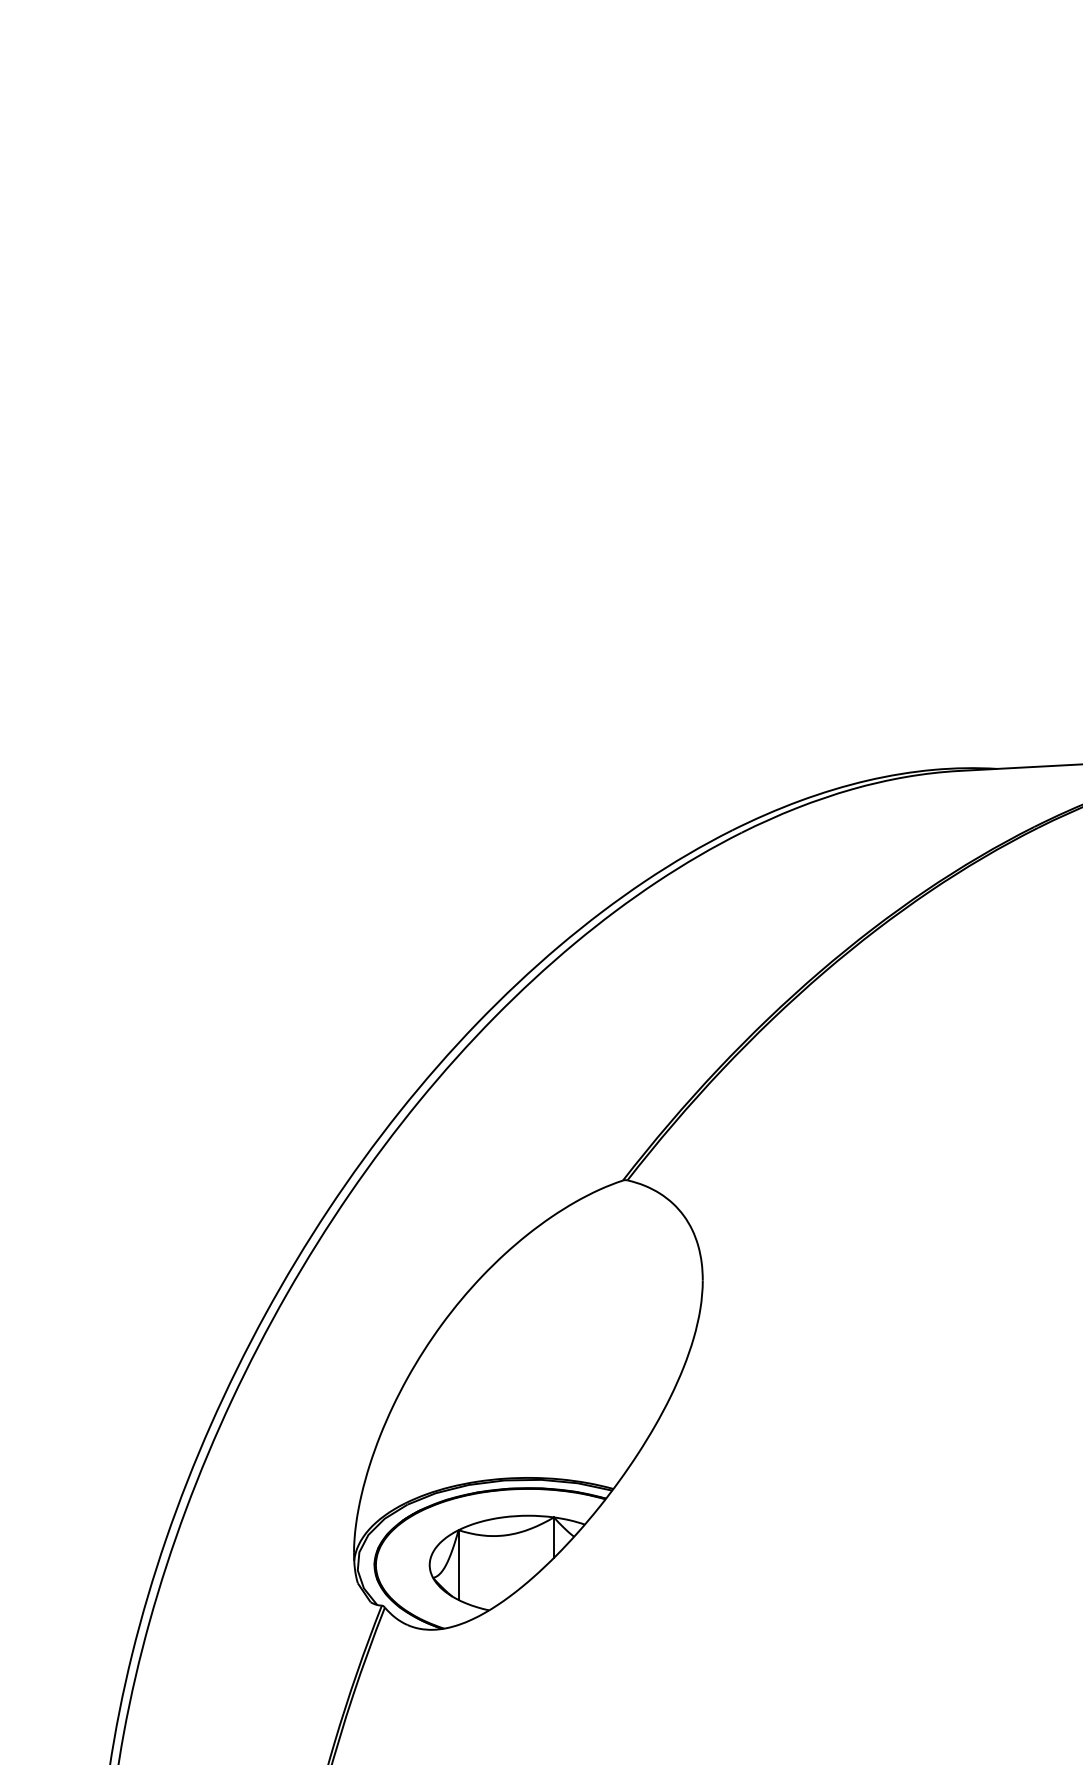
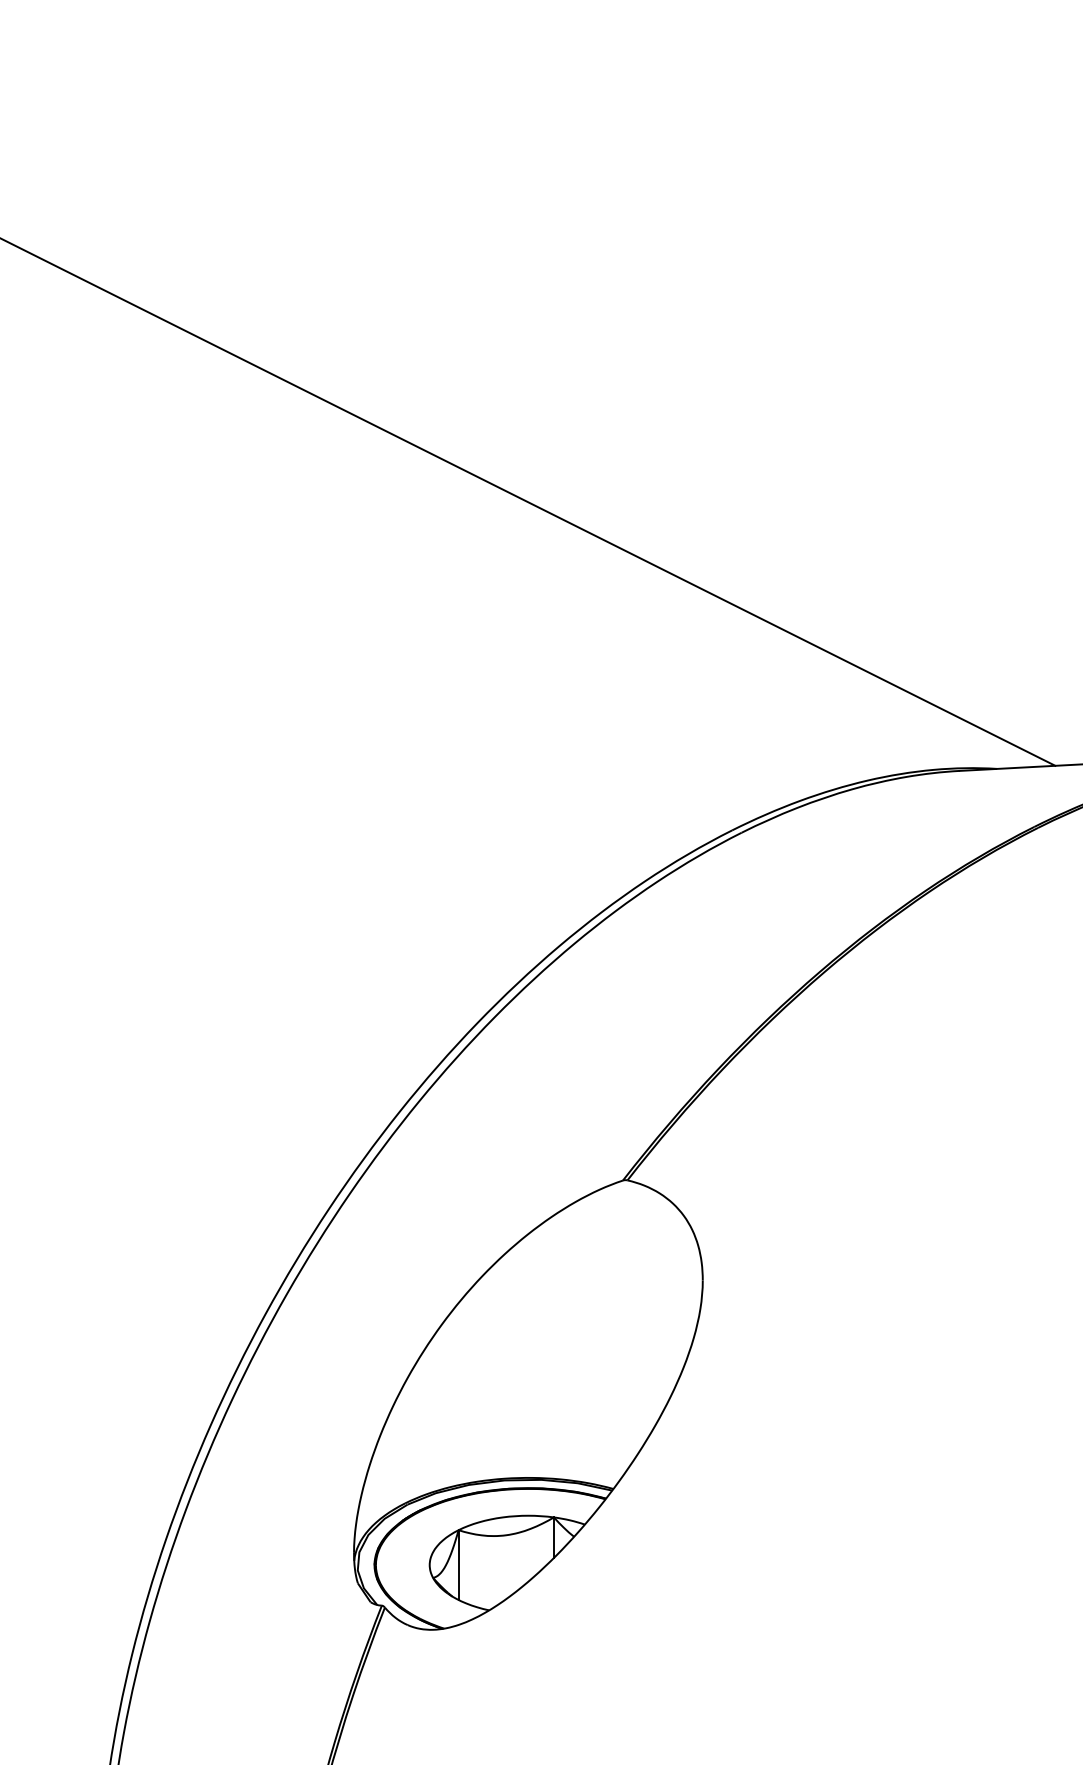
line at (528, 502): none -> present
